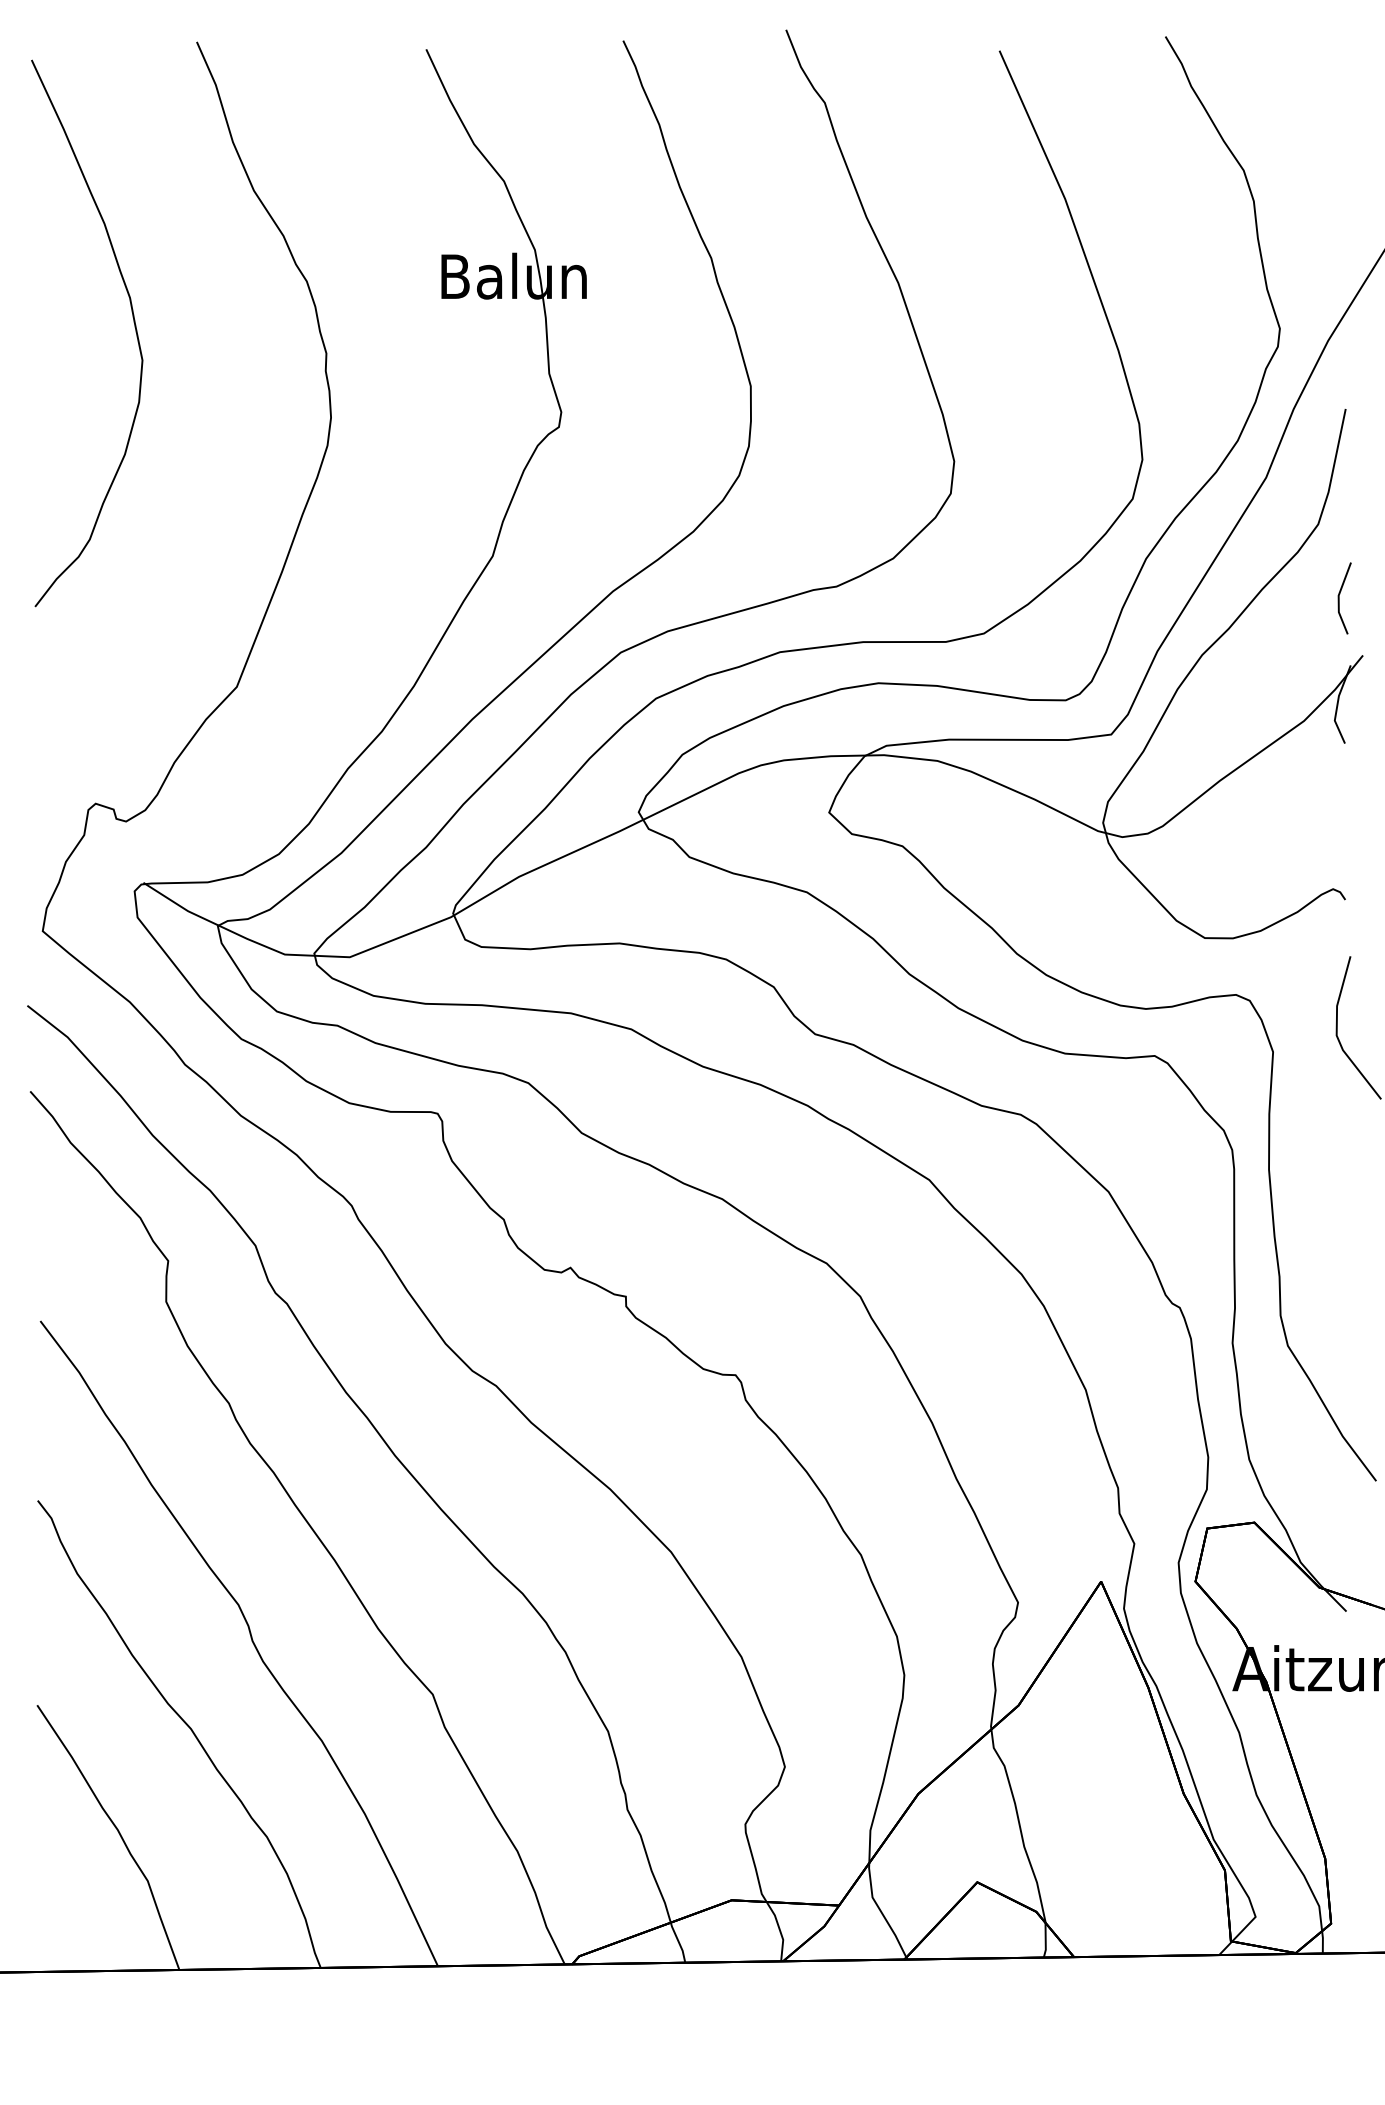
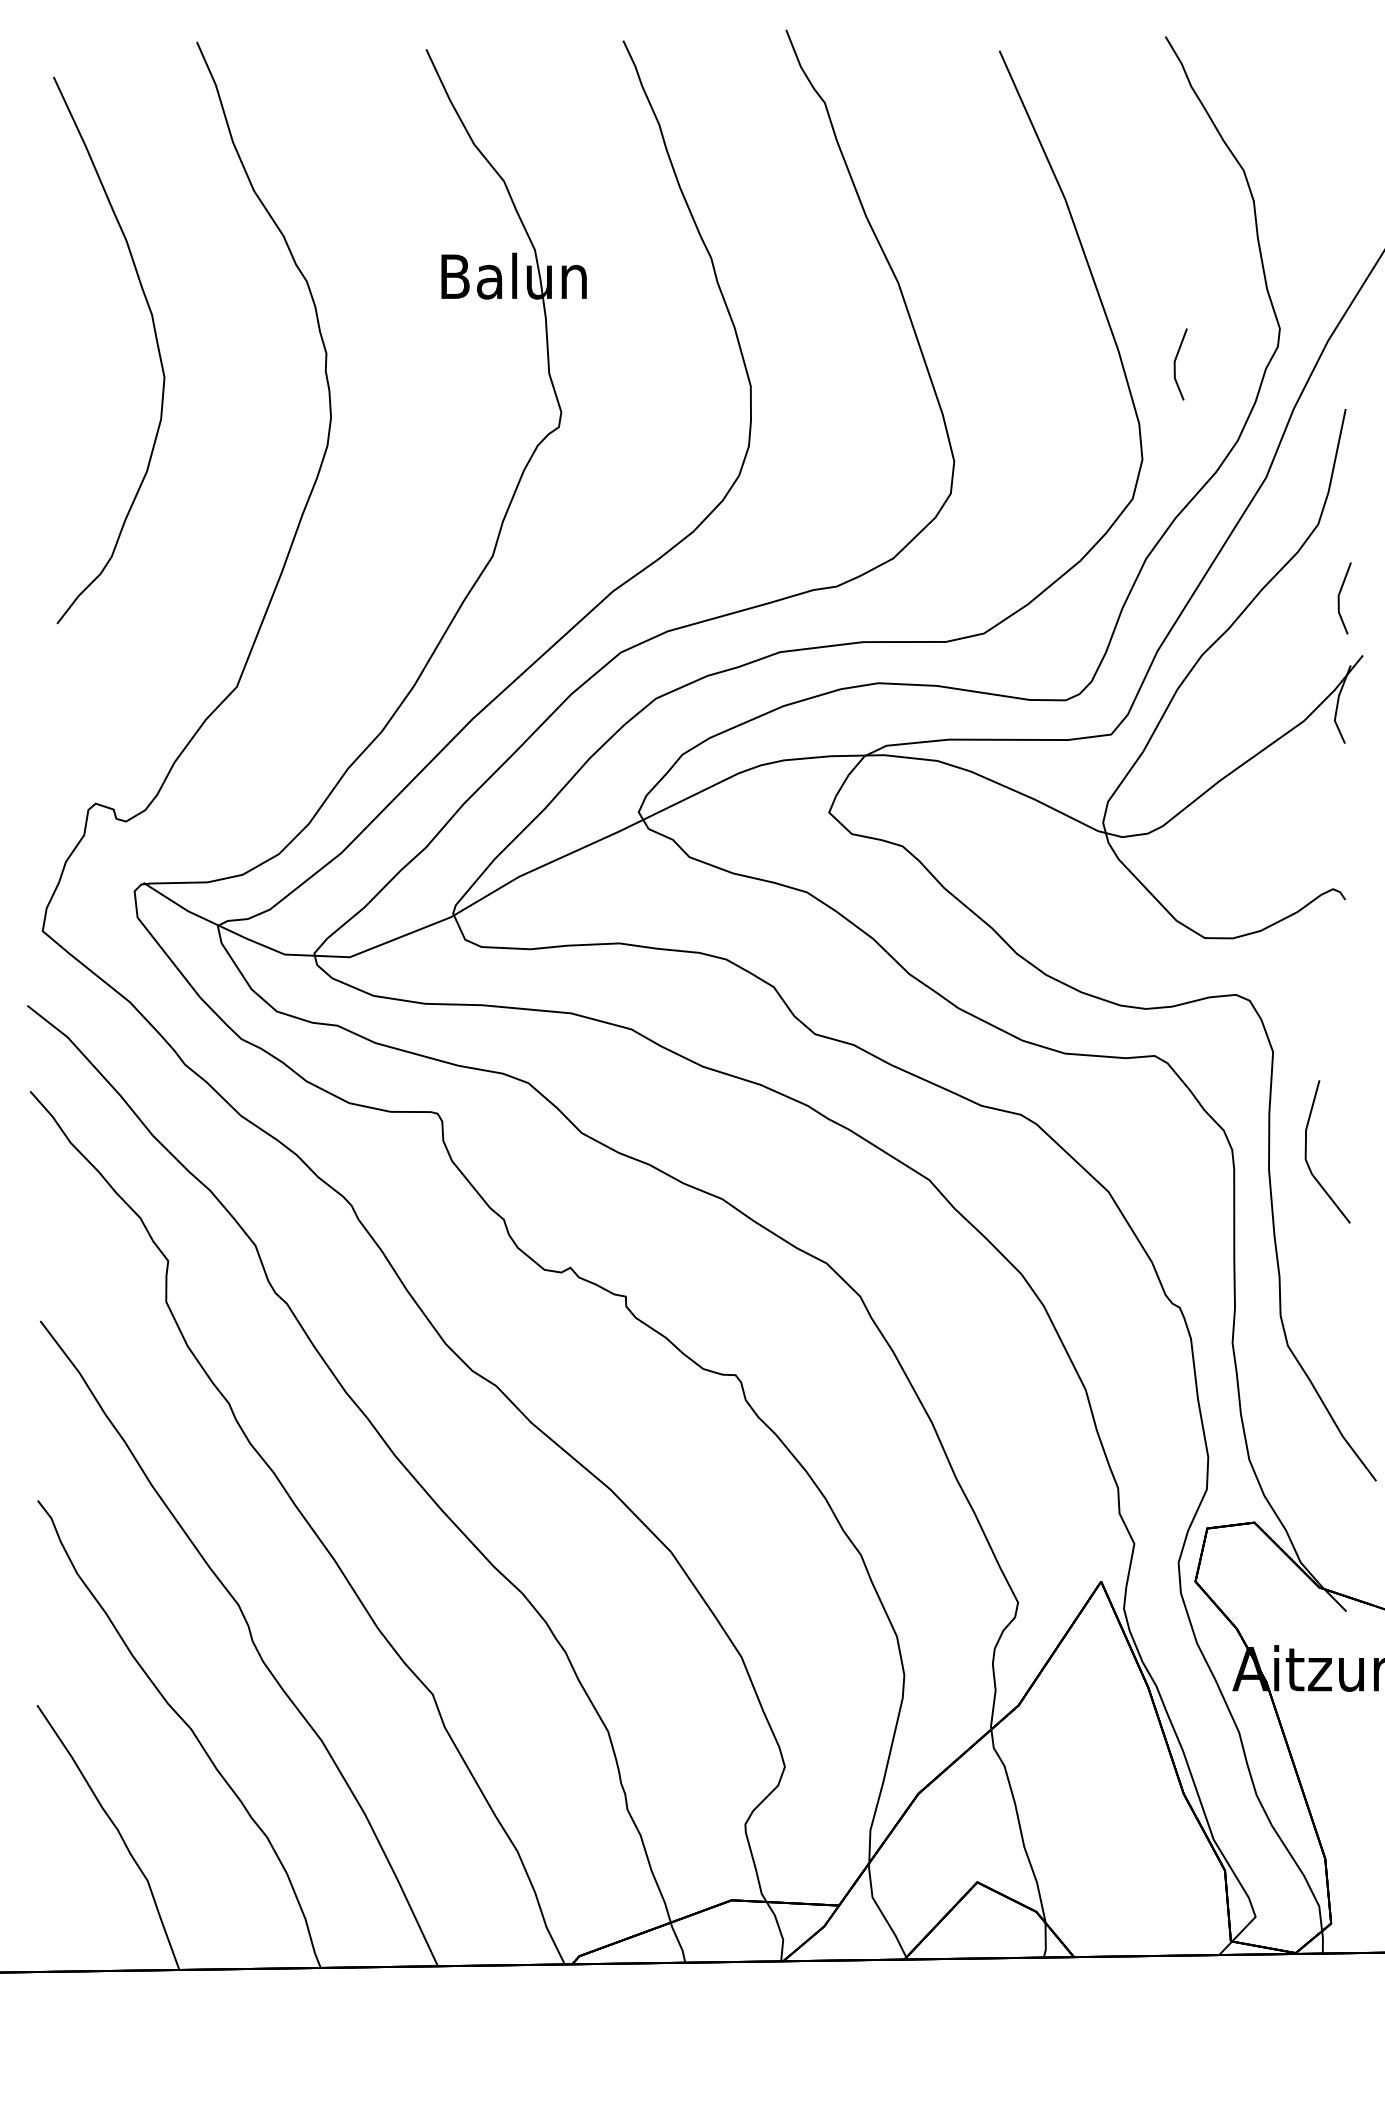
curve at (133, 322) position: (133, 322) -> (155, 339)
line at (1175, 364): none -> present
line at (1337, 1027) position: (1337, 1027) -> (1306, 1151)
